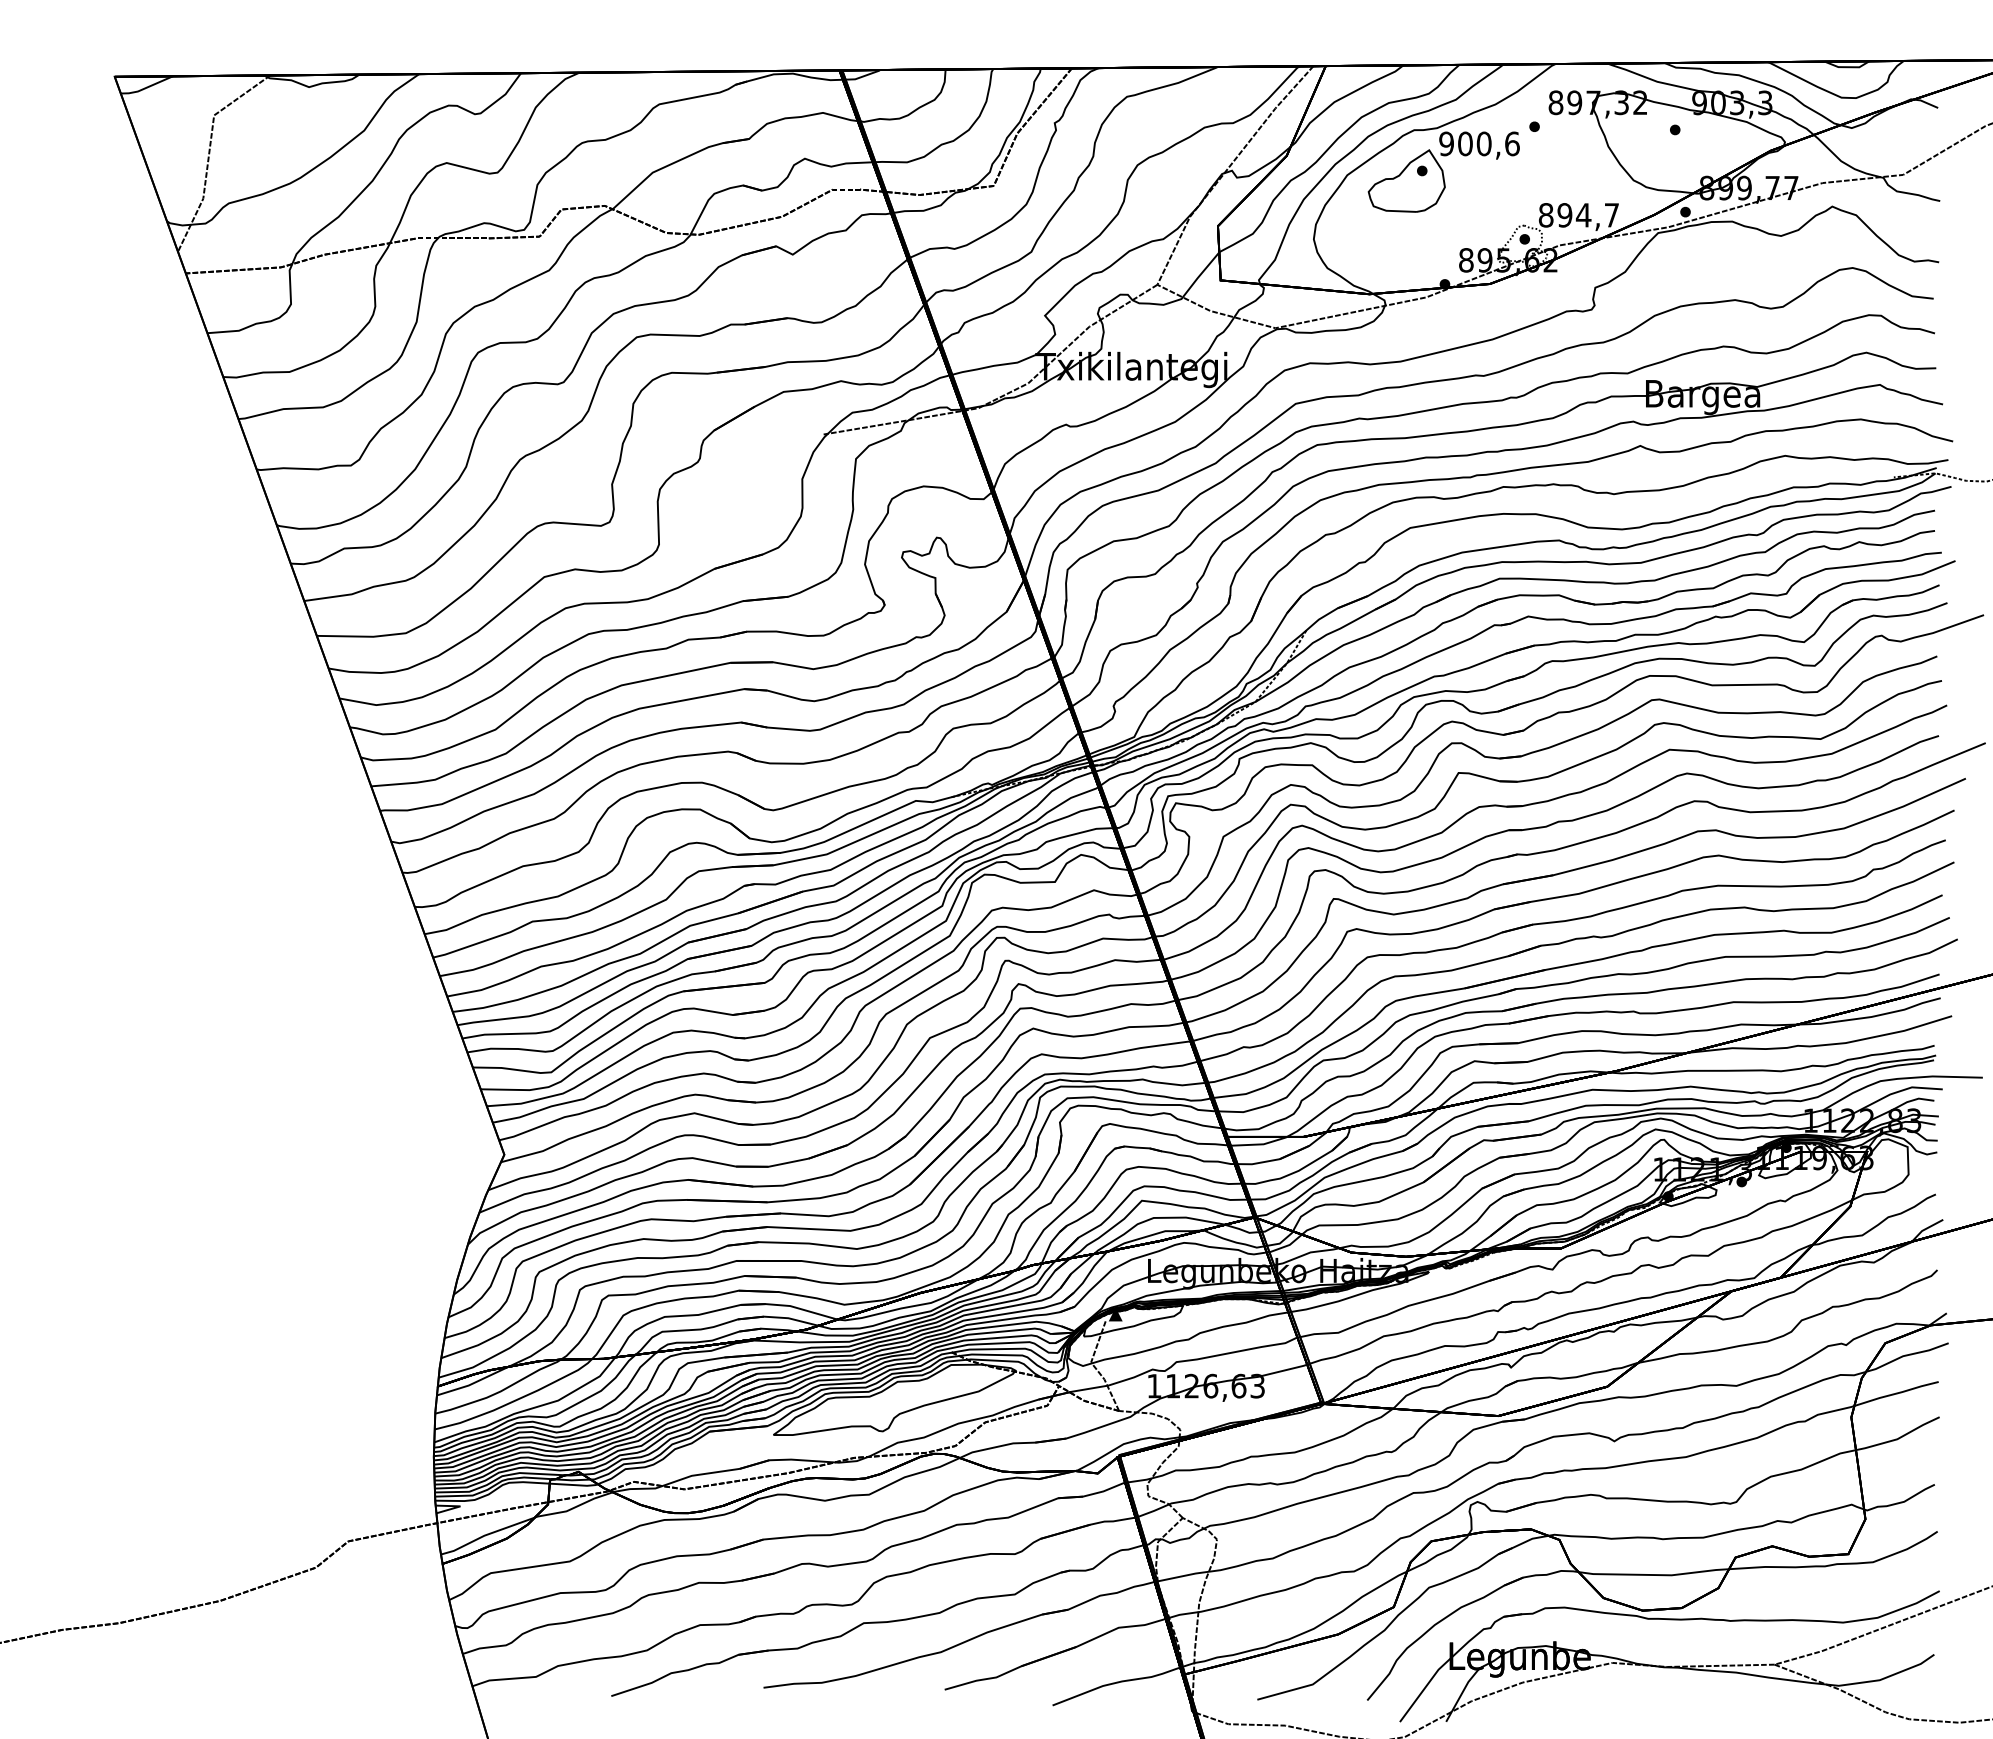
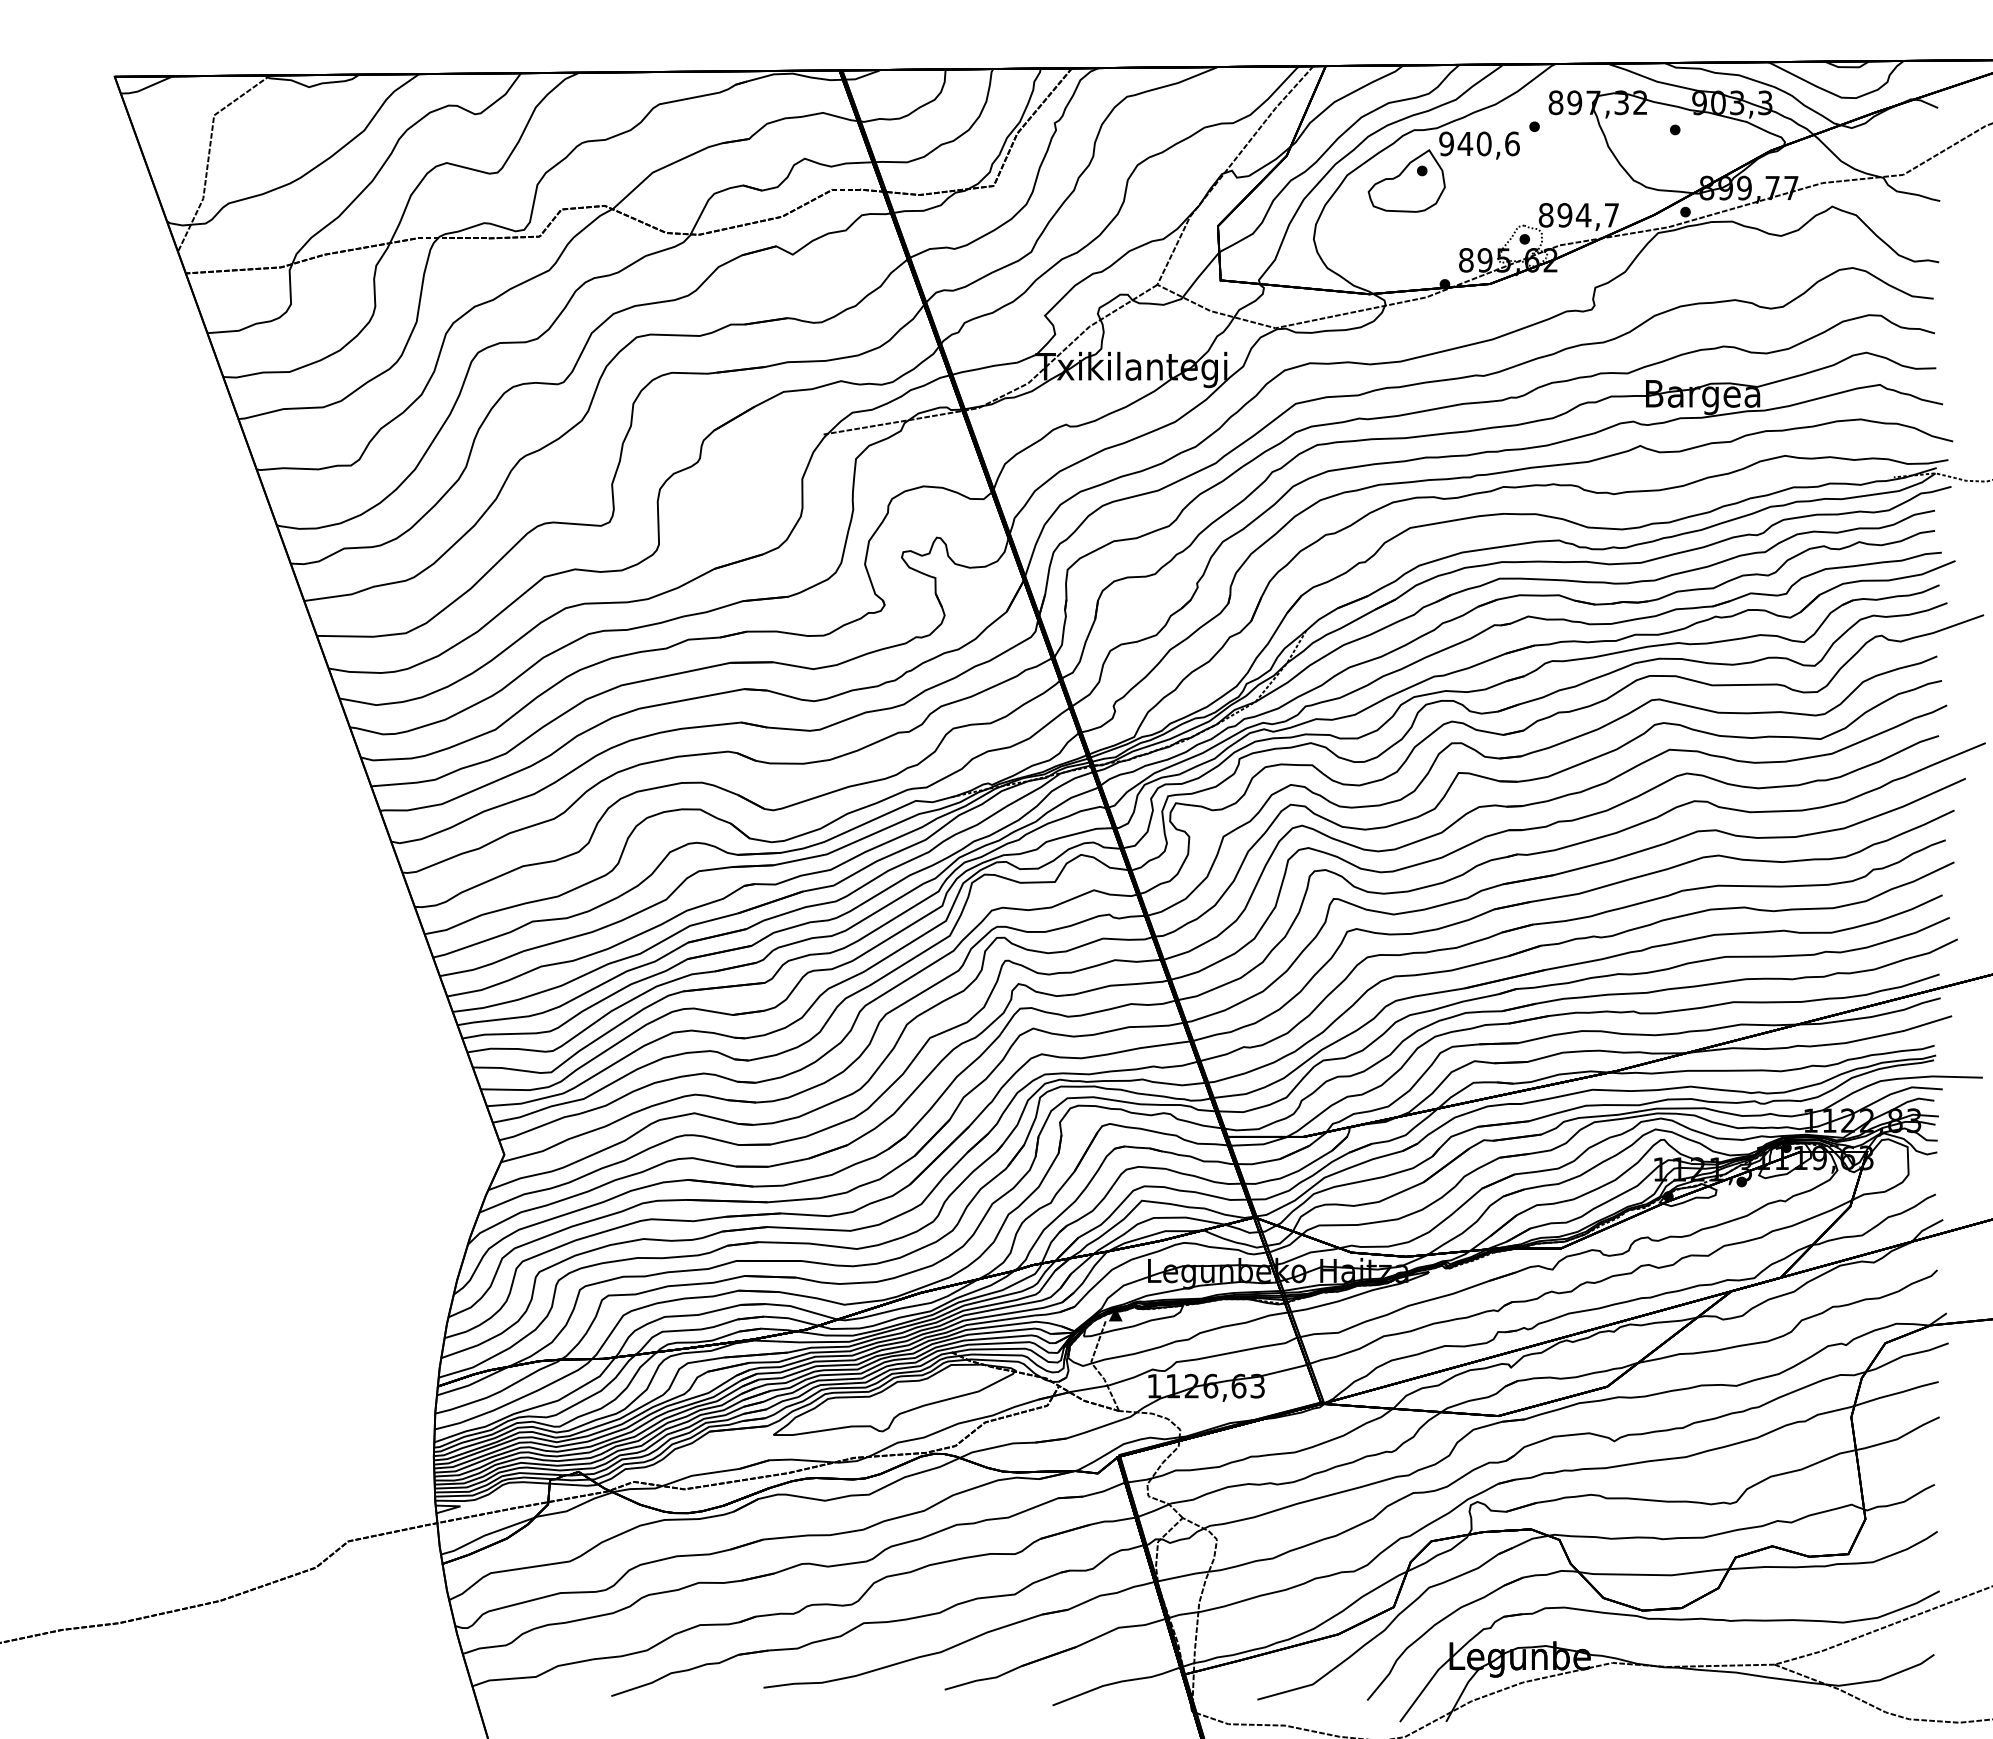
text at (1465, 143): 900,6 -> 940,6
